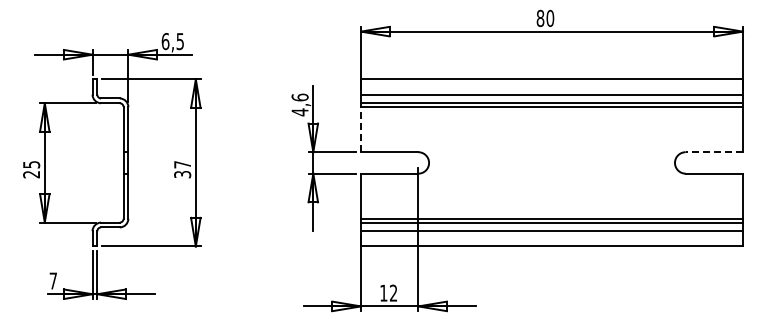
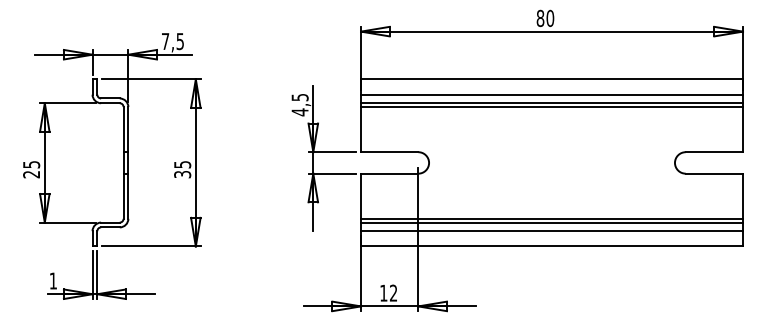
text at (165, 41): 6,5 -> 7,5
text at (299, 97): 4,6 -> 4,5
line at (361, 129): dashed -> solid
line at (714, 152): dashed -> solid
text at (182, 164): 37 -> 35
text at (52, 280): 7 -> 1
